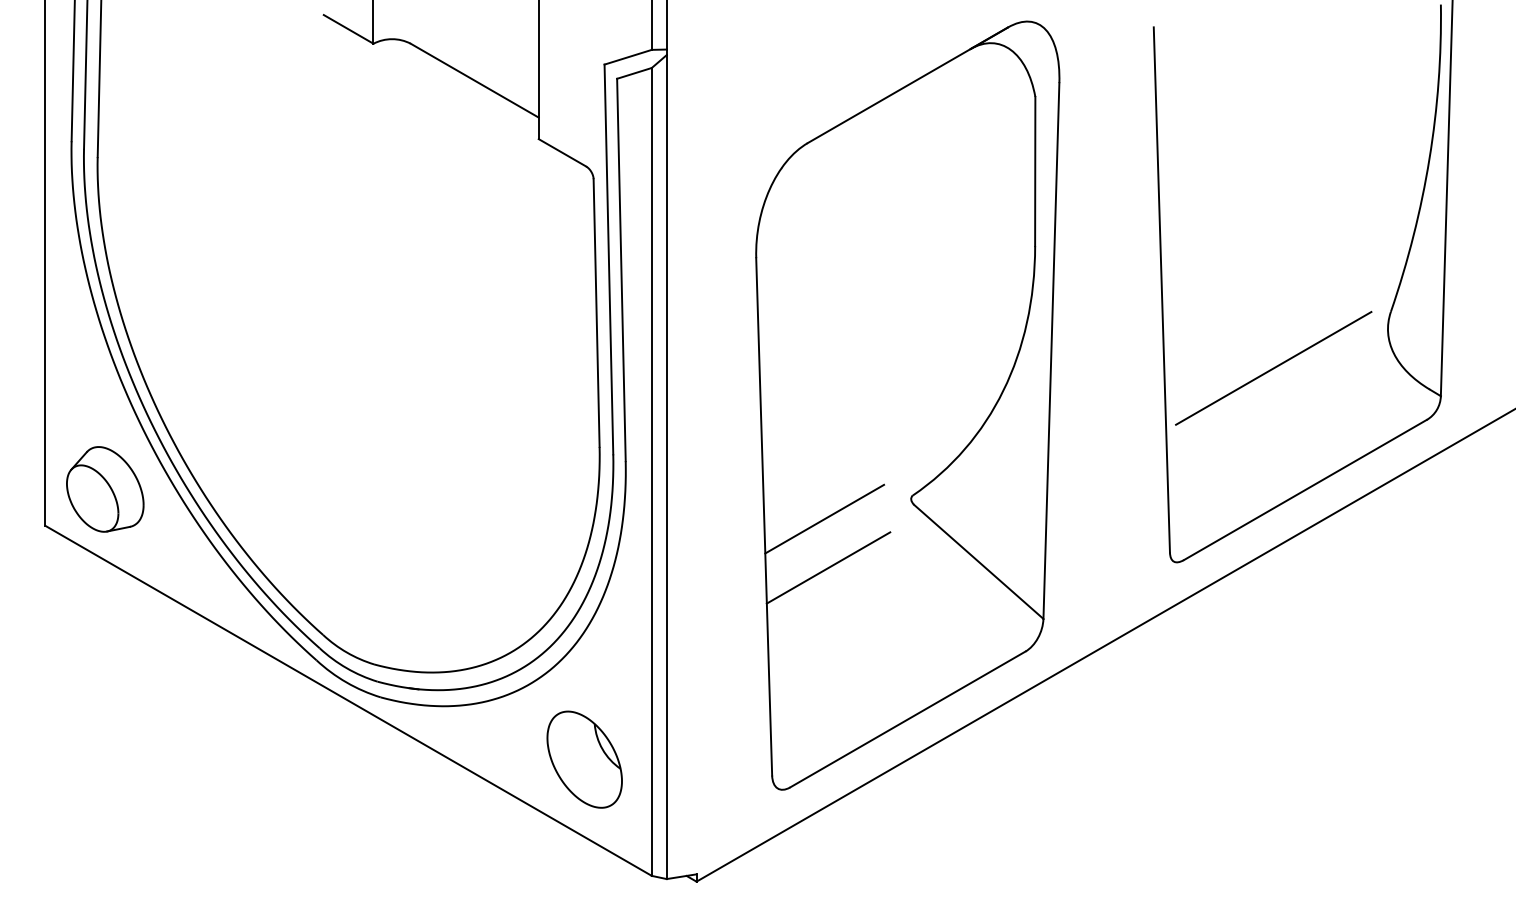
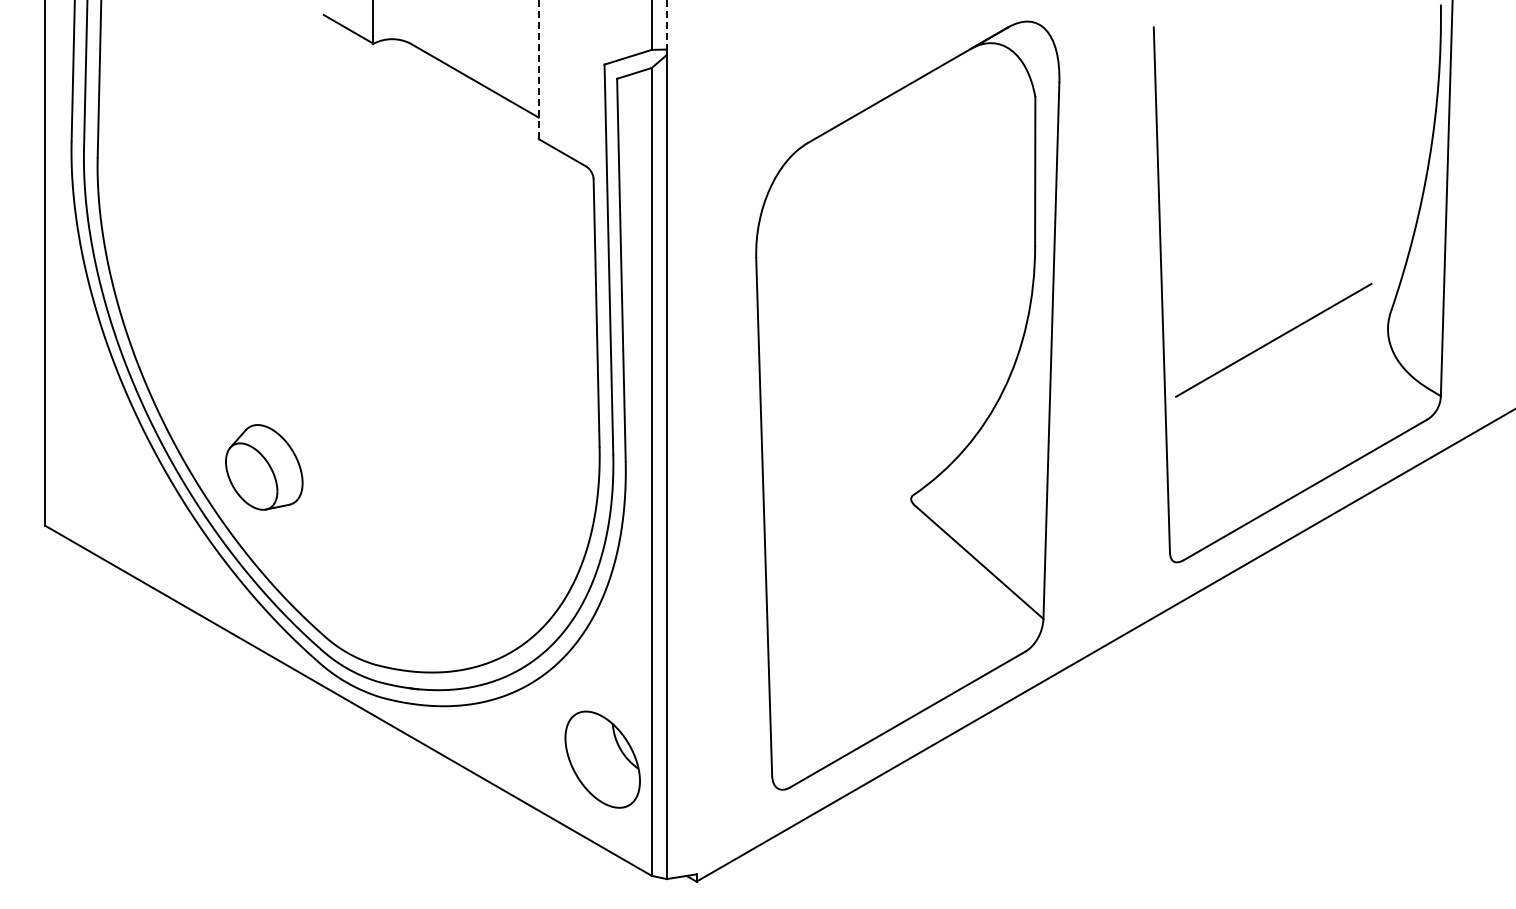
line at (666, 24): solid -> dashed
line at (538, 69): solid -> dashed
line at (1273, 368) position: (1273, 368) -> (1273, 340)
part at (105, 489) position: (105, 489) -> (264, 467)
line at (824, 518): present -> none
line at (828, 567): present -> none
part at (584, 759) position: (584, 759) -> (602, 759)
